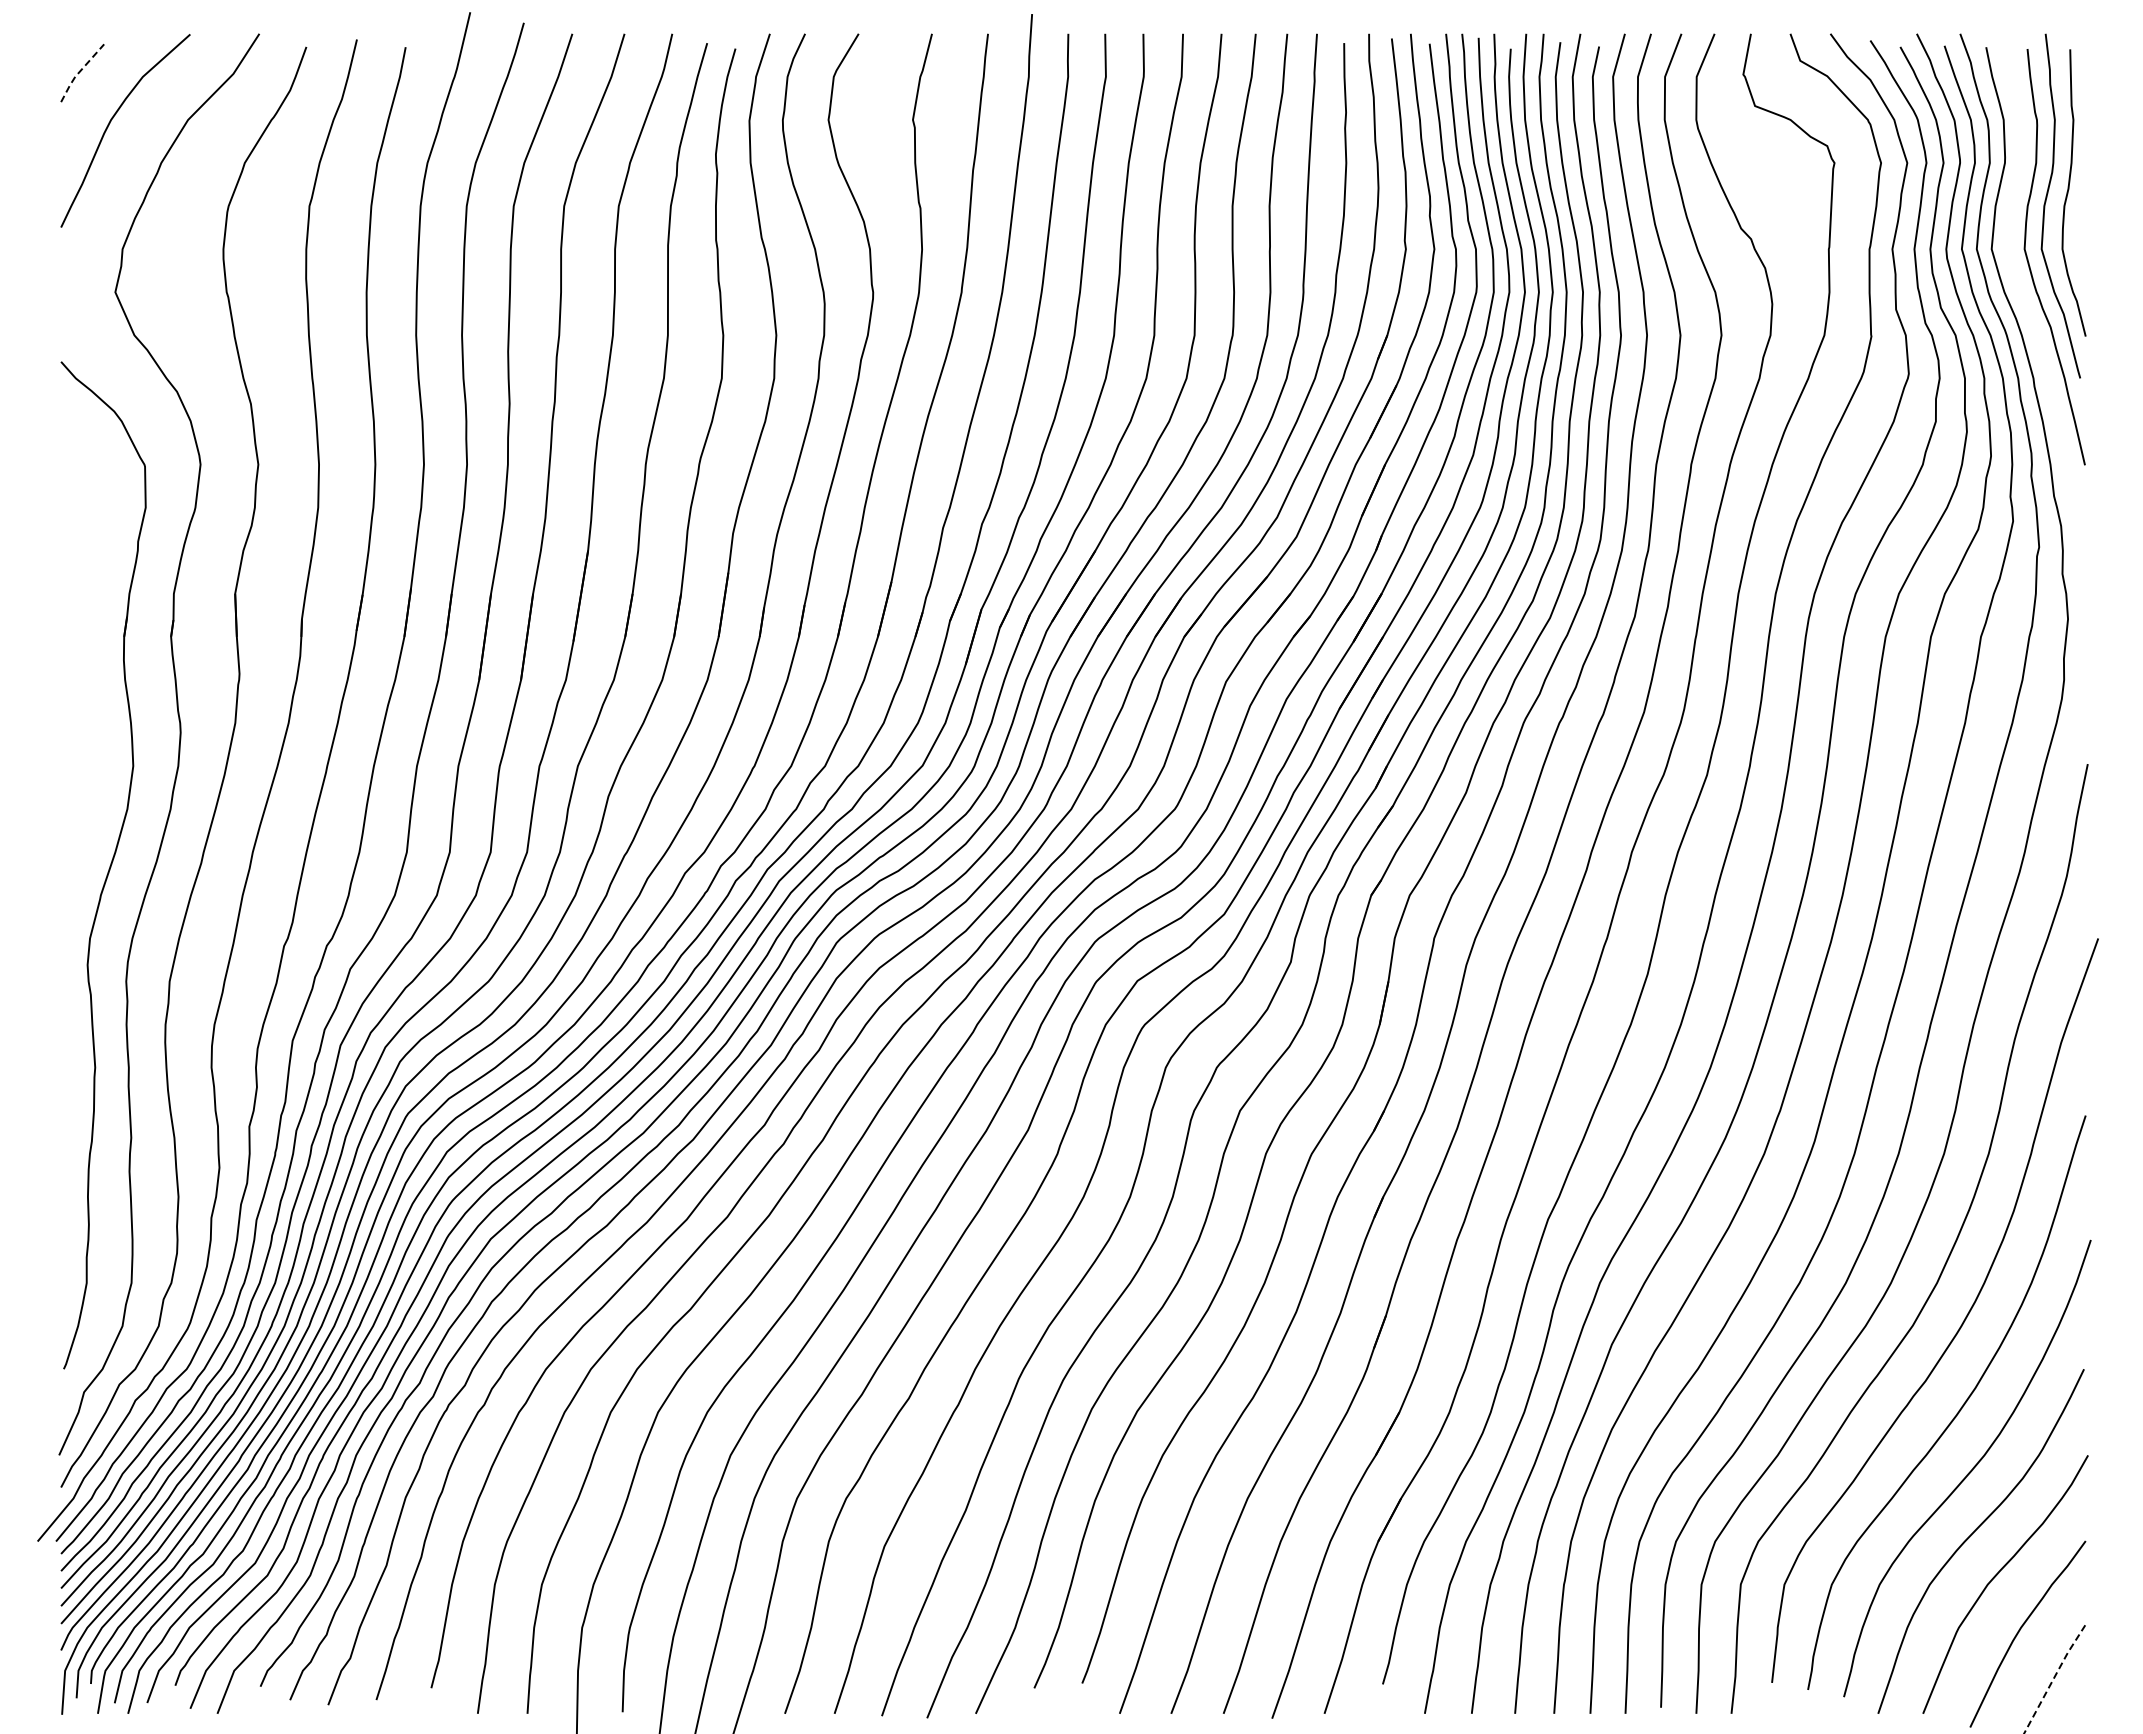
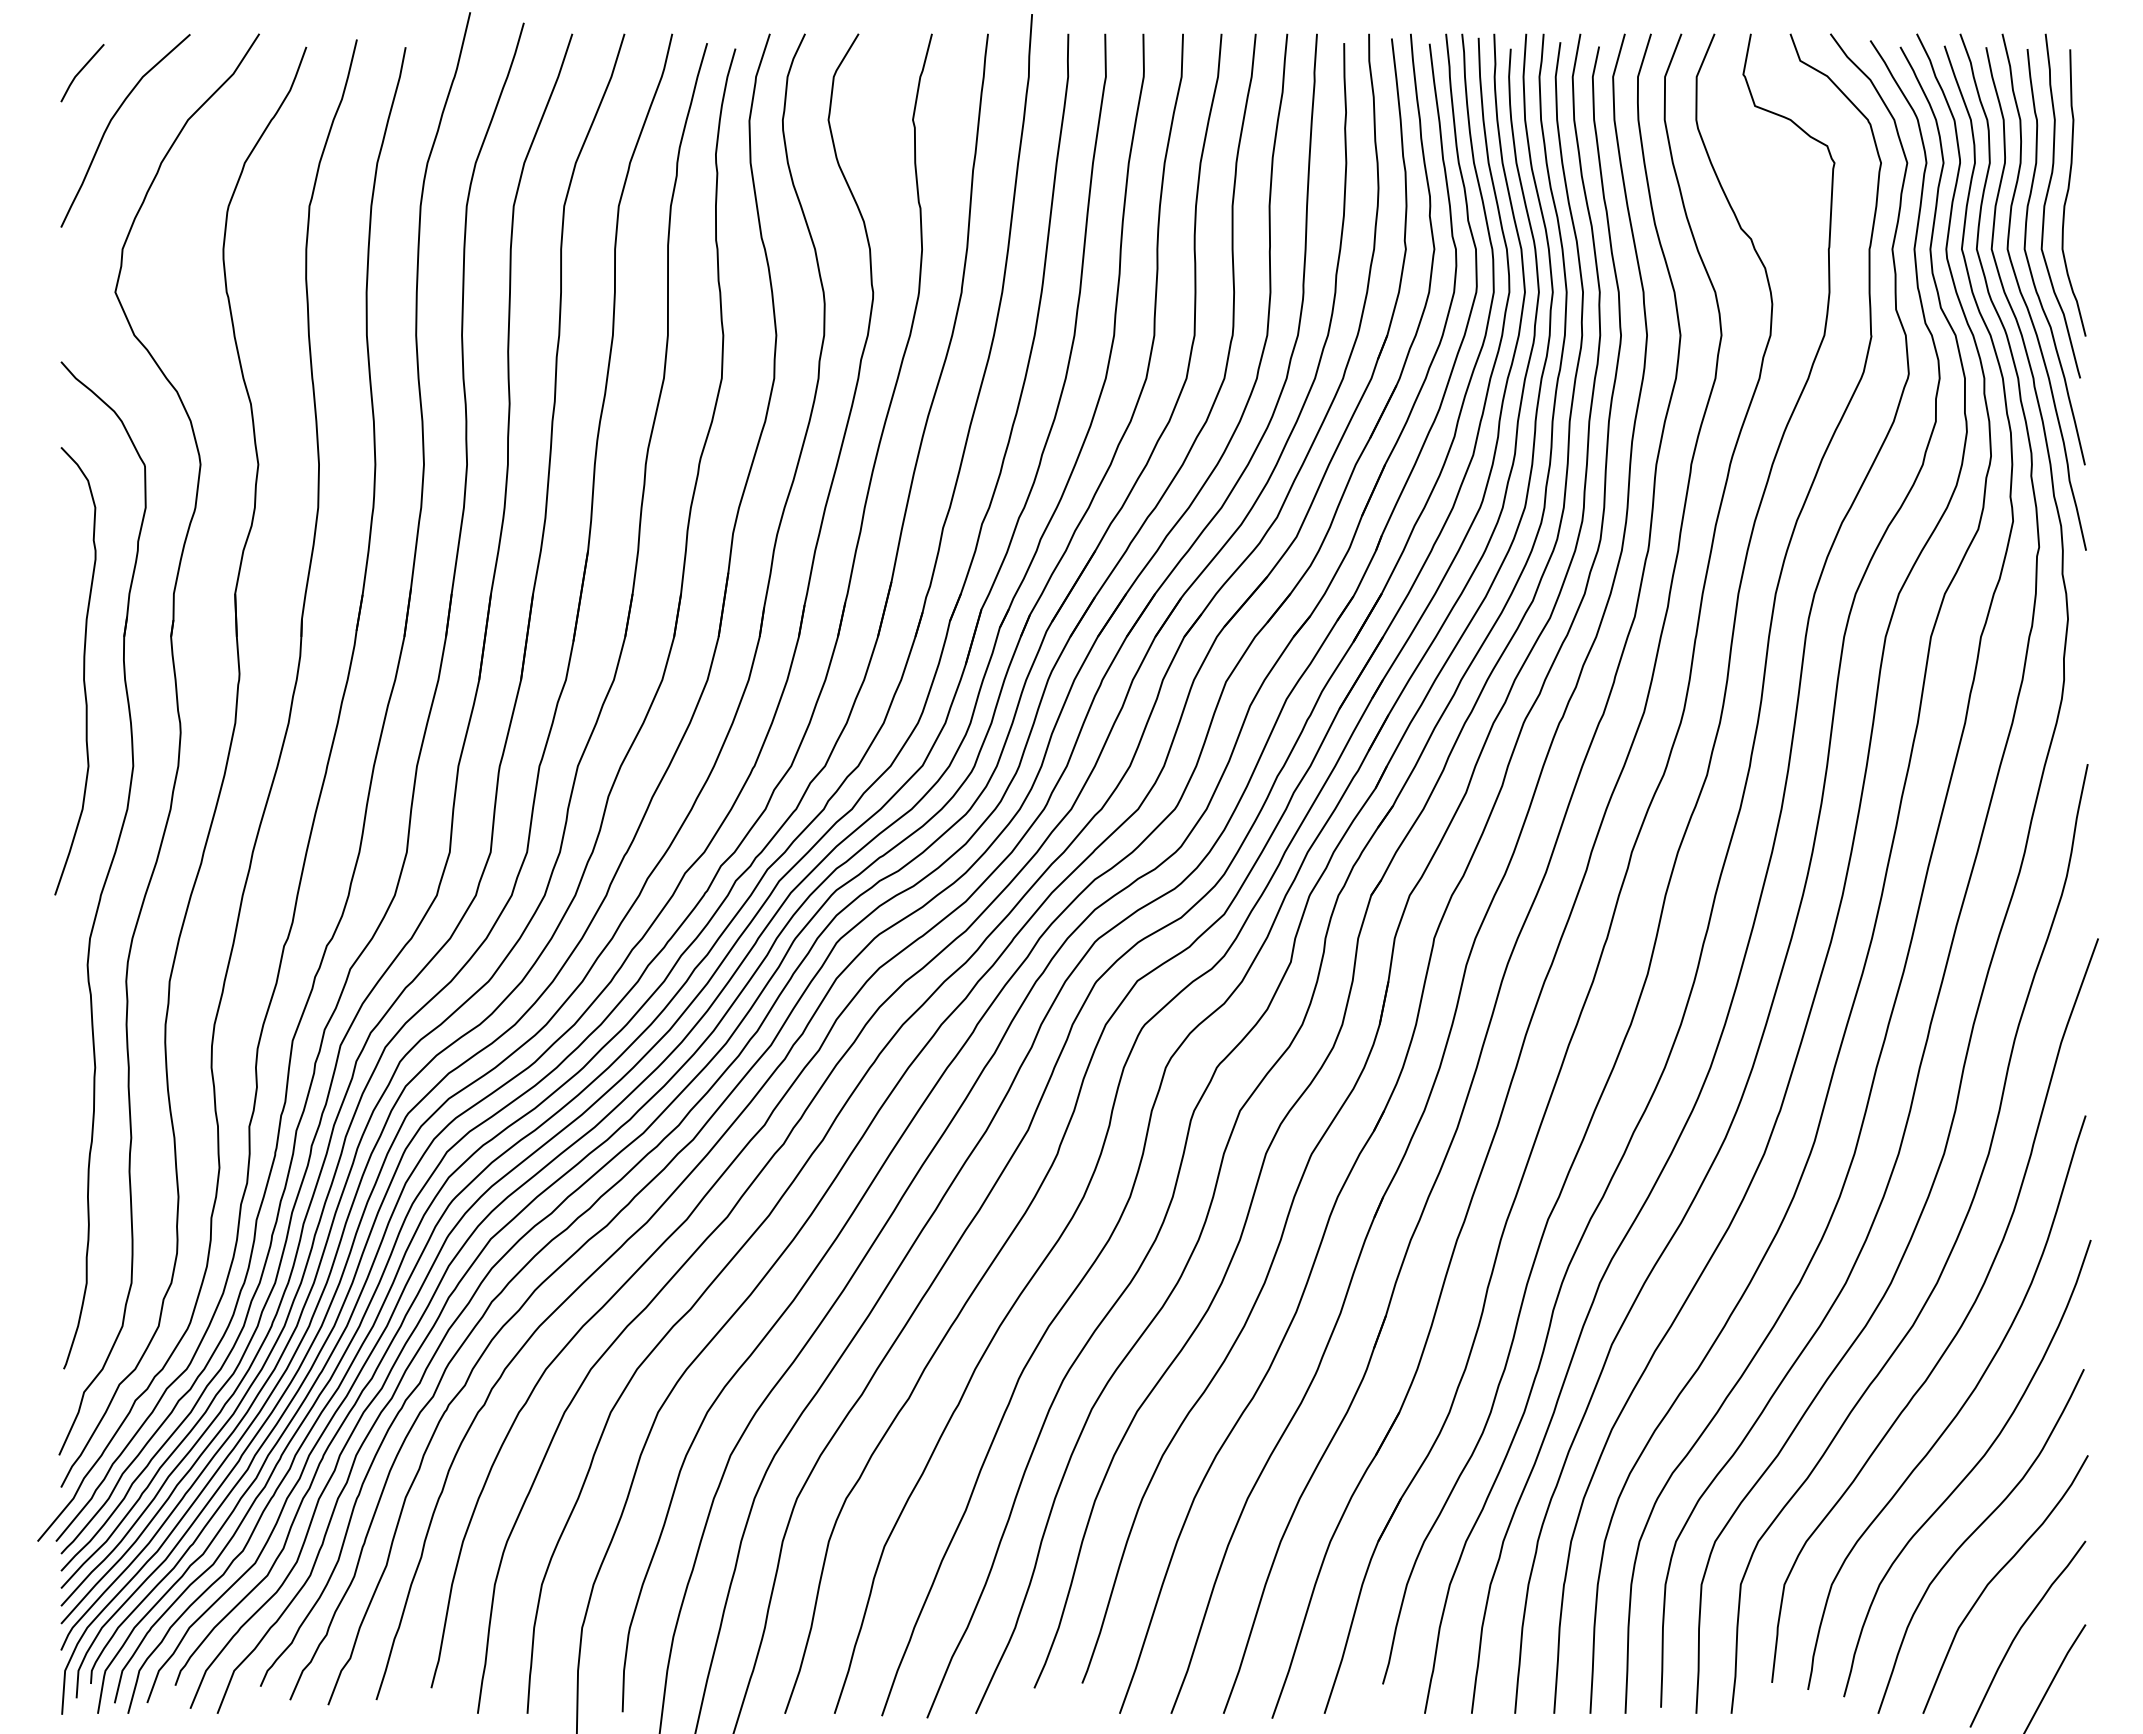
line at (79, 72): dashed -> solid
curve at (2025, 300): none -> present
curve at (83, 671): none -> present
line at (2054, 1676): dashed -> solid
